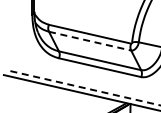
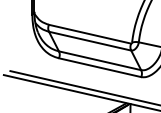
line at (90, 41): dashed -> solid
line at (86, 88): dashed -> solid
